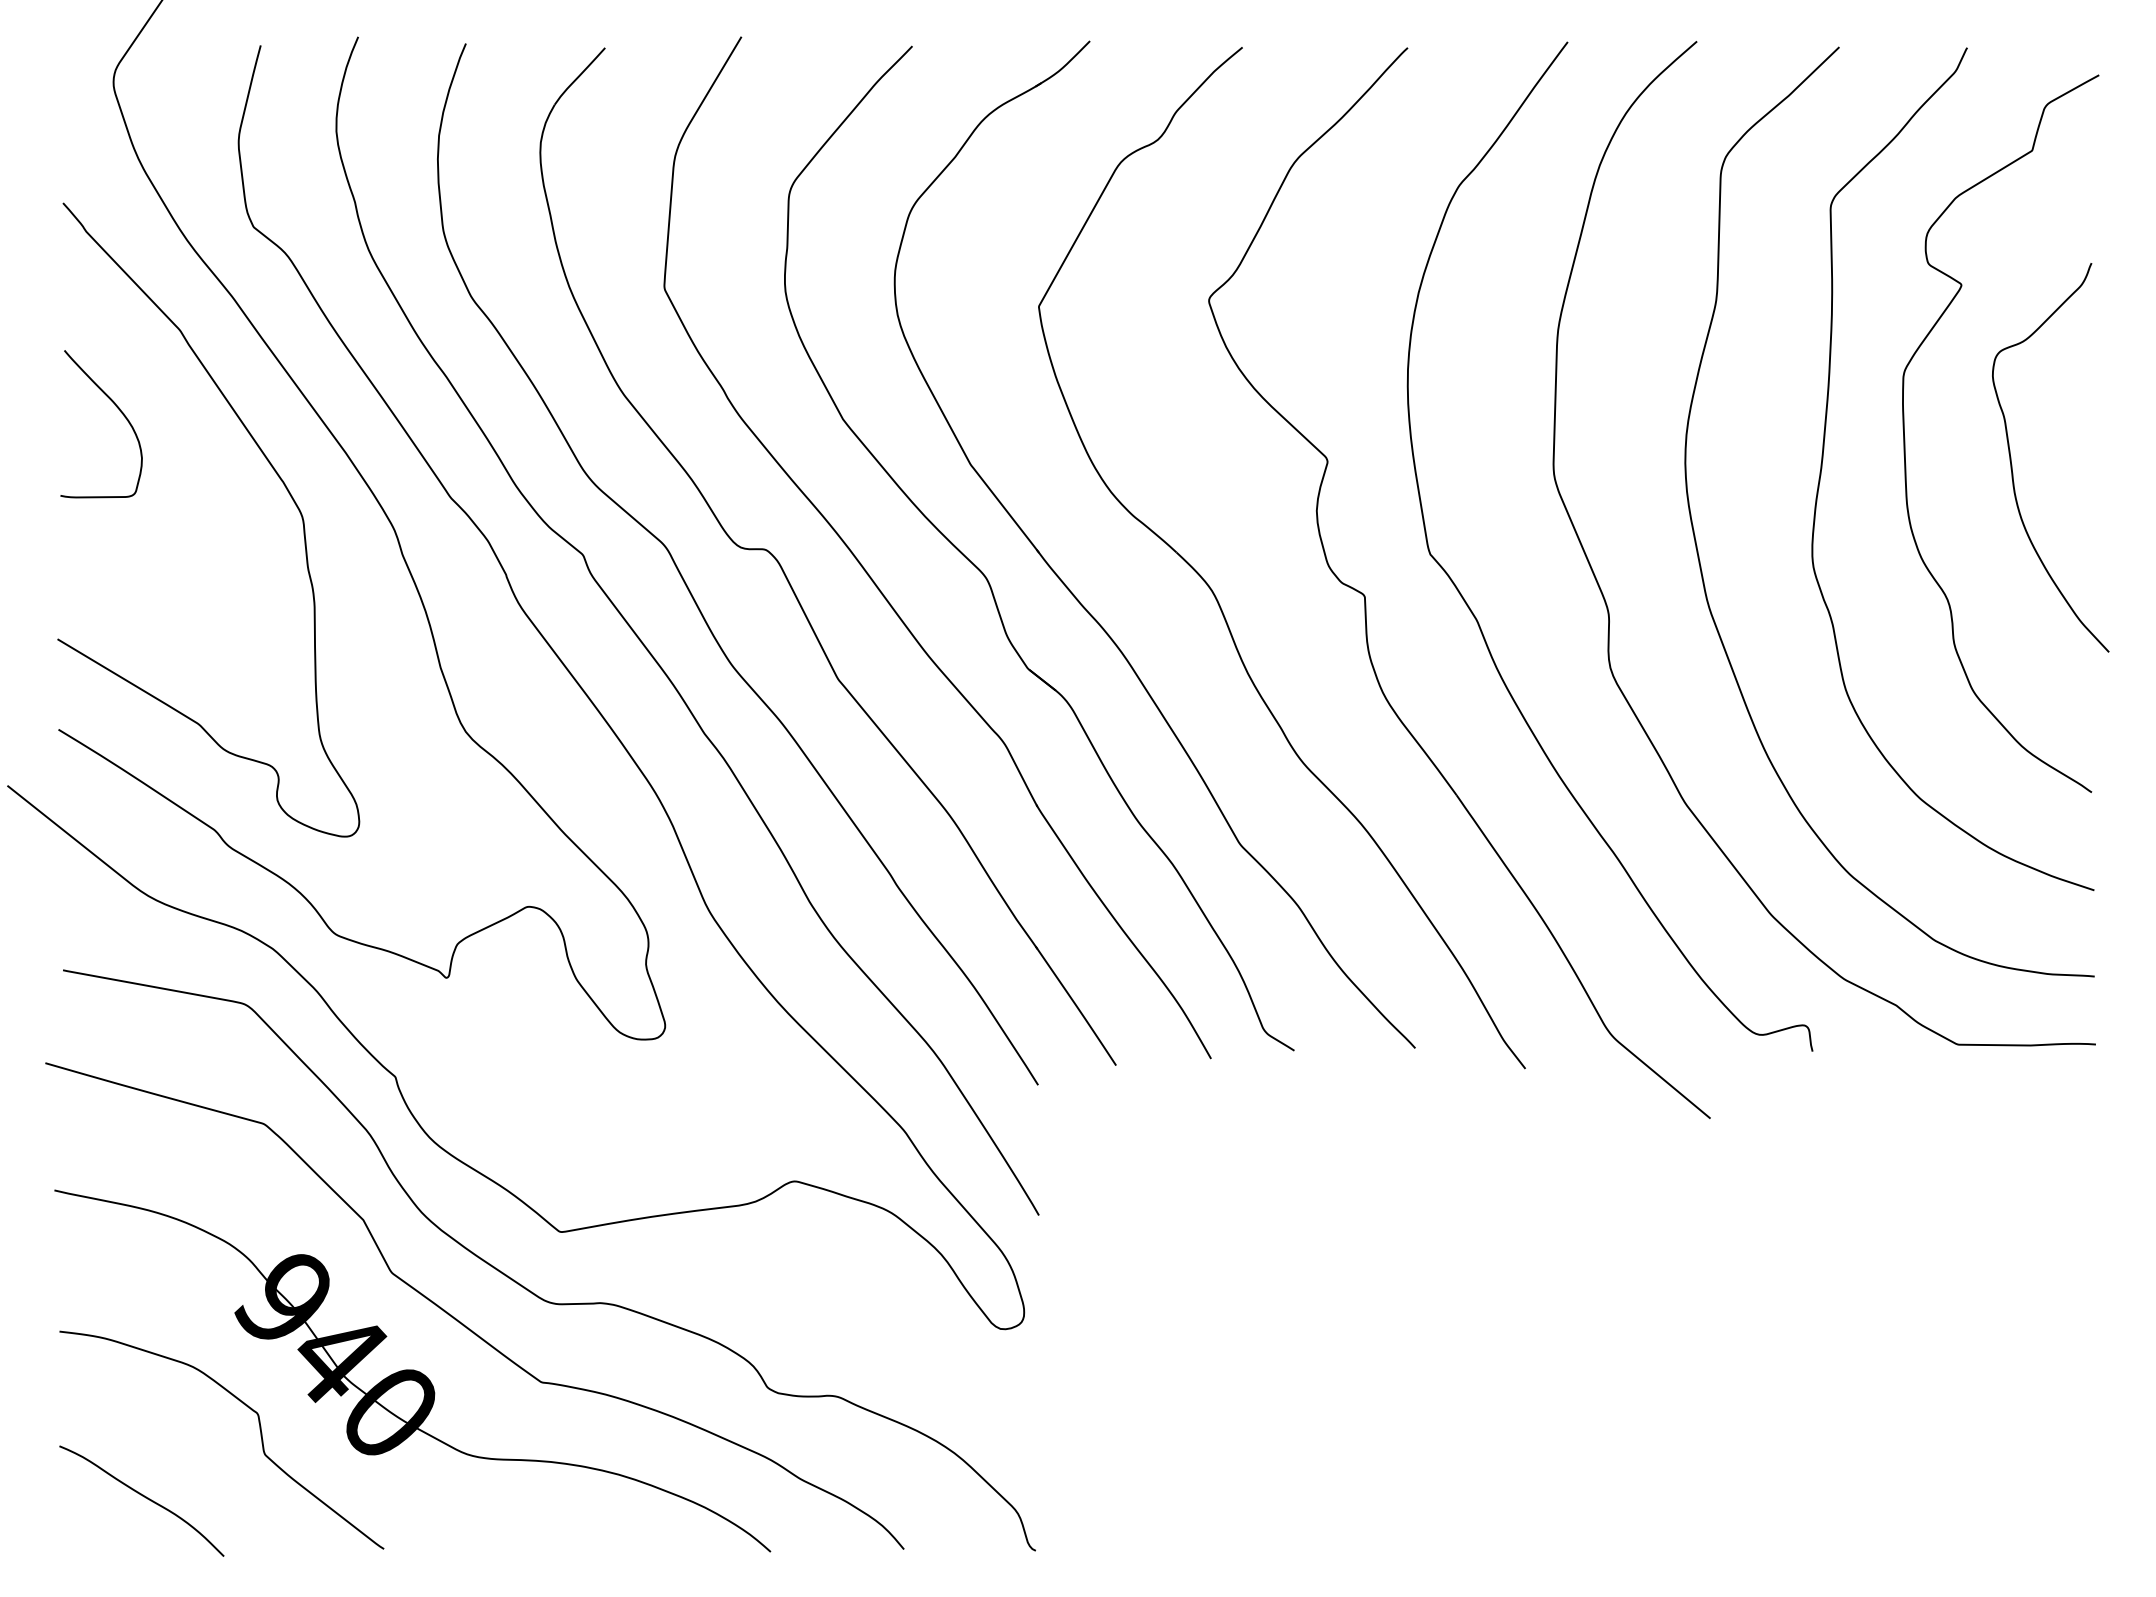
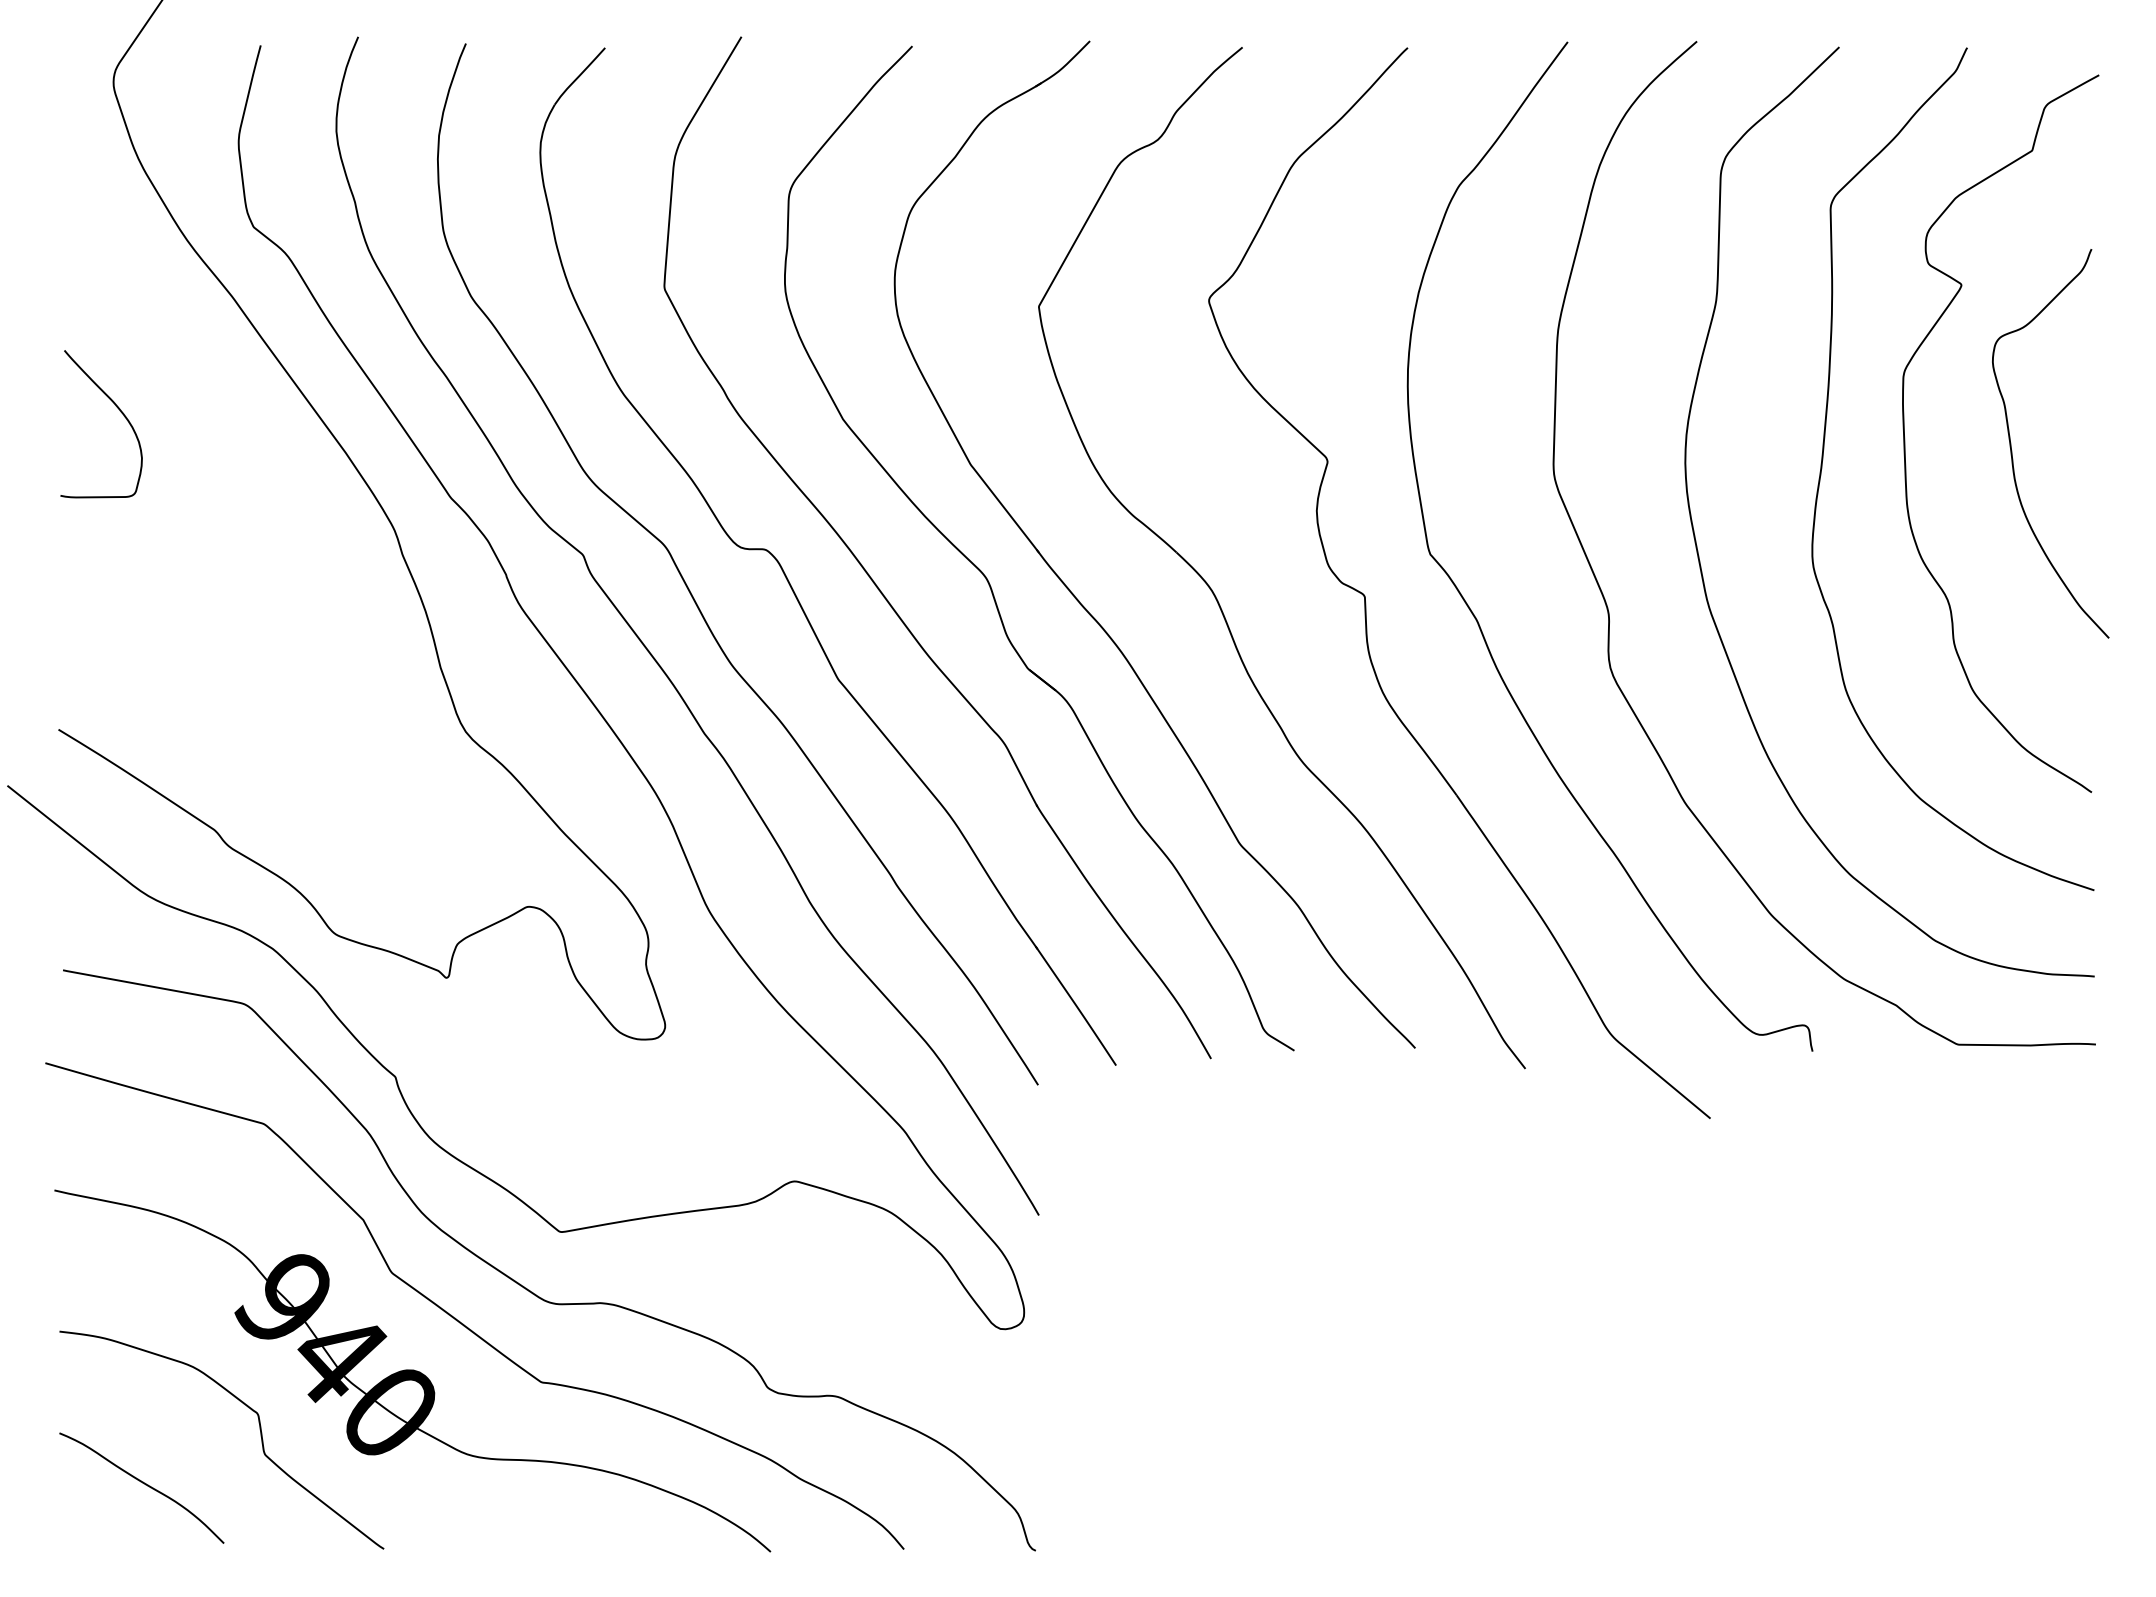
curve at (2012, 464) position: (2012, 464) -> (2012, 450)
curve at (276, 474): present -> none
curve at (142, 1496) position: (142, 1496) -> (142, 1483)
